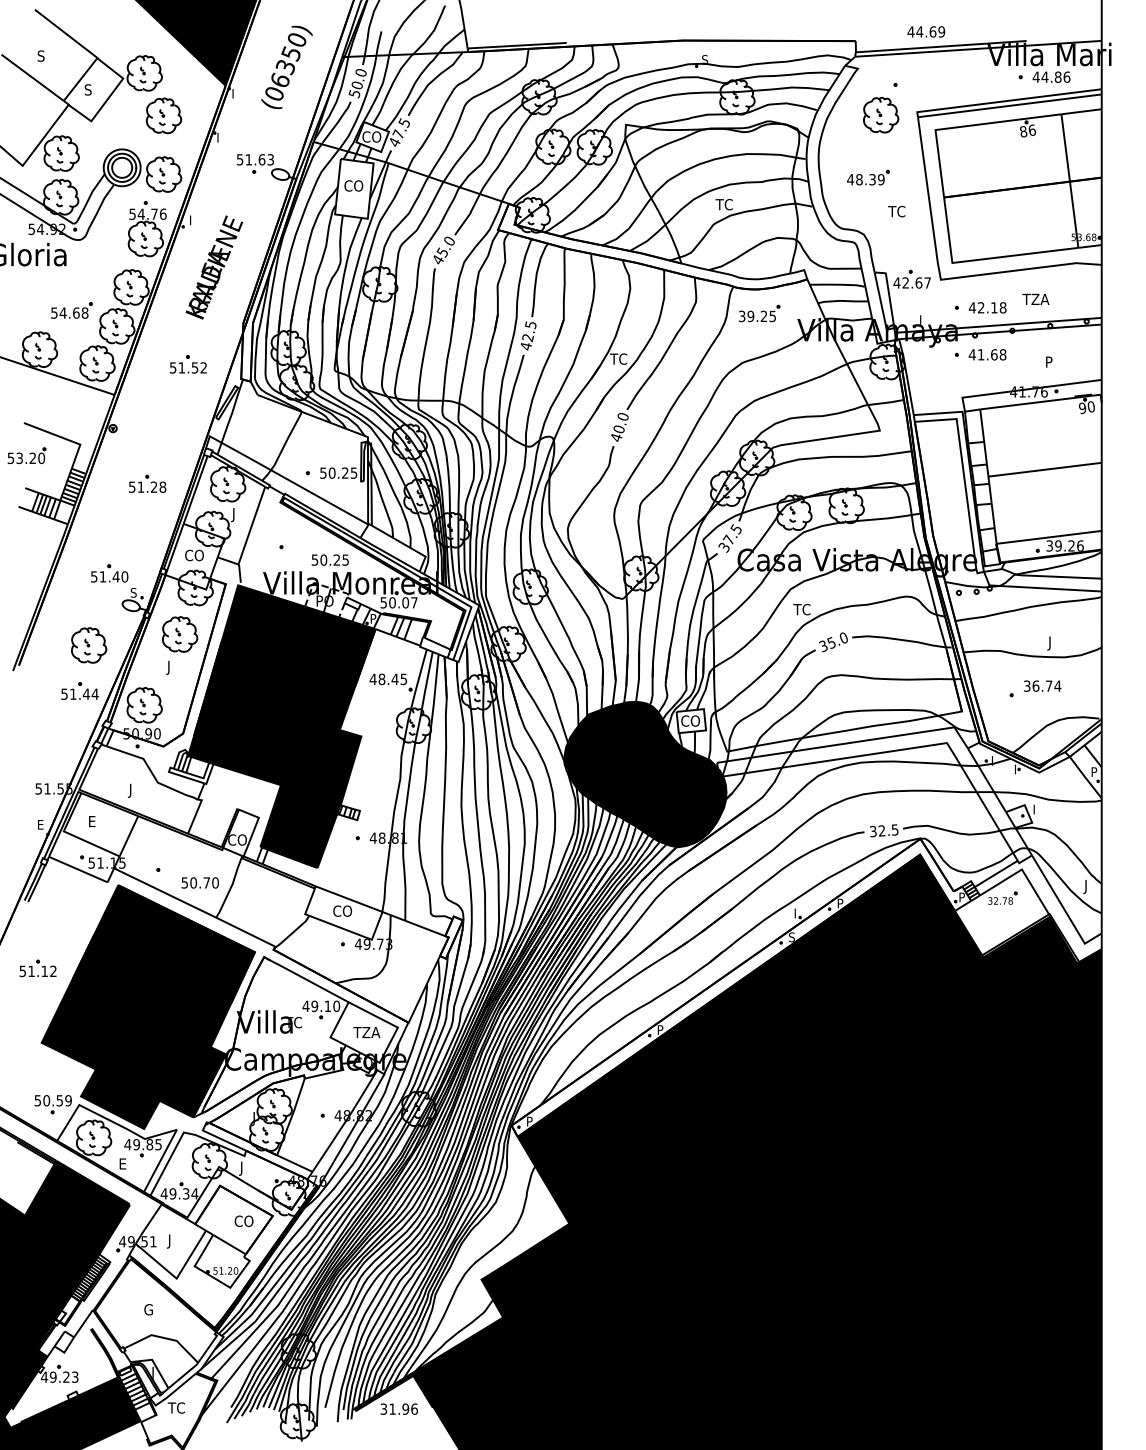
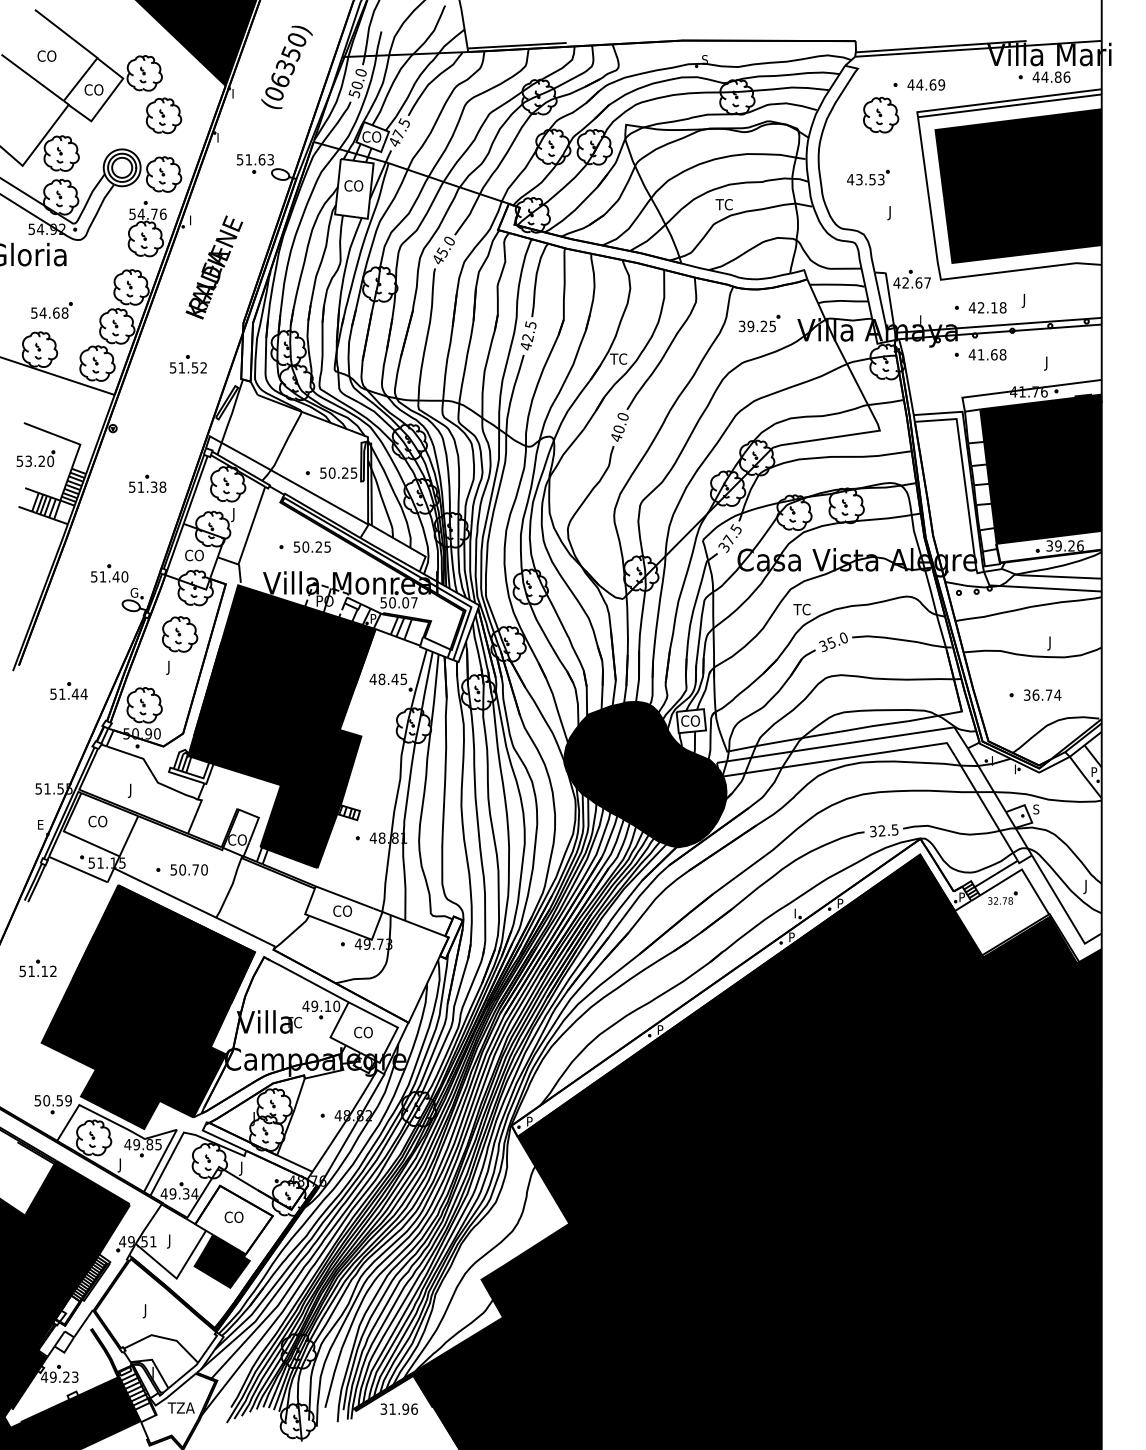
text at (926, 31) position: (926, 31) -> (926, 84)
text at (46, 55): S -> CO
text at (93, 89): S -> CO
text at (870, 179): 48.39 -> 43.53
fill at (1018, 186): none -> present
text at (896, 212): TC -> J
text at (1035, 300): TZA -> J
part at (71, 310) position: (71, 310) -> (51, 310)
part at (759, 313) position: (759, 313) -> (759, 323)
text at (1048, 363): P -> J
part at (26, 455) position: (26, 455) -> (35, 458)
fill at (1040, 468): none -> present
text at (154, 487): 51.28 -> 51.38
text at (329, 559) position: (329, 559) -> (311, 546)
text at (134, 592): S -> G
part at (89, 645): present -> none
text at (1042, 685) position: (1042, 685) -> (1042, 694)
part at (79, 690) position: (79, 690) -> (68, 690)
text at (1036, 809): I -> S
text at (97, 821): E -> CO
text at (199, 882) position: (199, 882) -> (188, 869)
text at (791, 937): S -> P
text at (366, 1032): TZA -> CO
text at (121, 1165): E -> J
text at (243, 1220) position: (243, 1220) -> (233, 1216)
fill at (221, 1260): none -> present
text at (147, 1311): G -> J
text at (185, 1407): TC -> TZA
